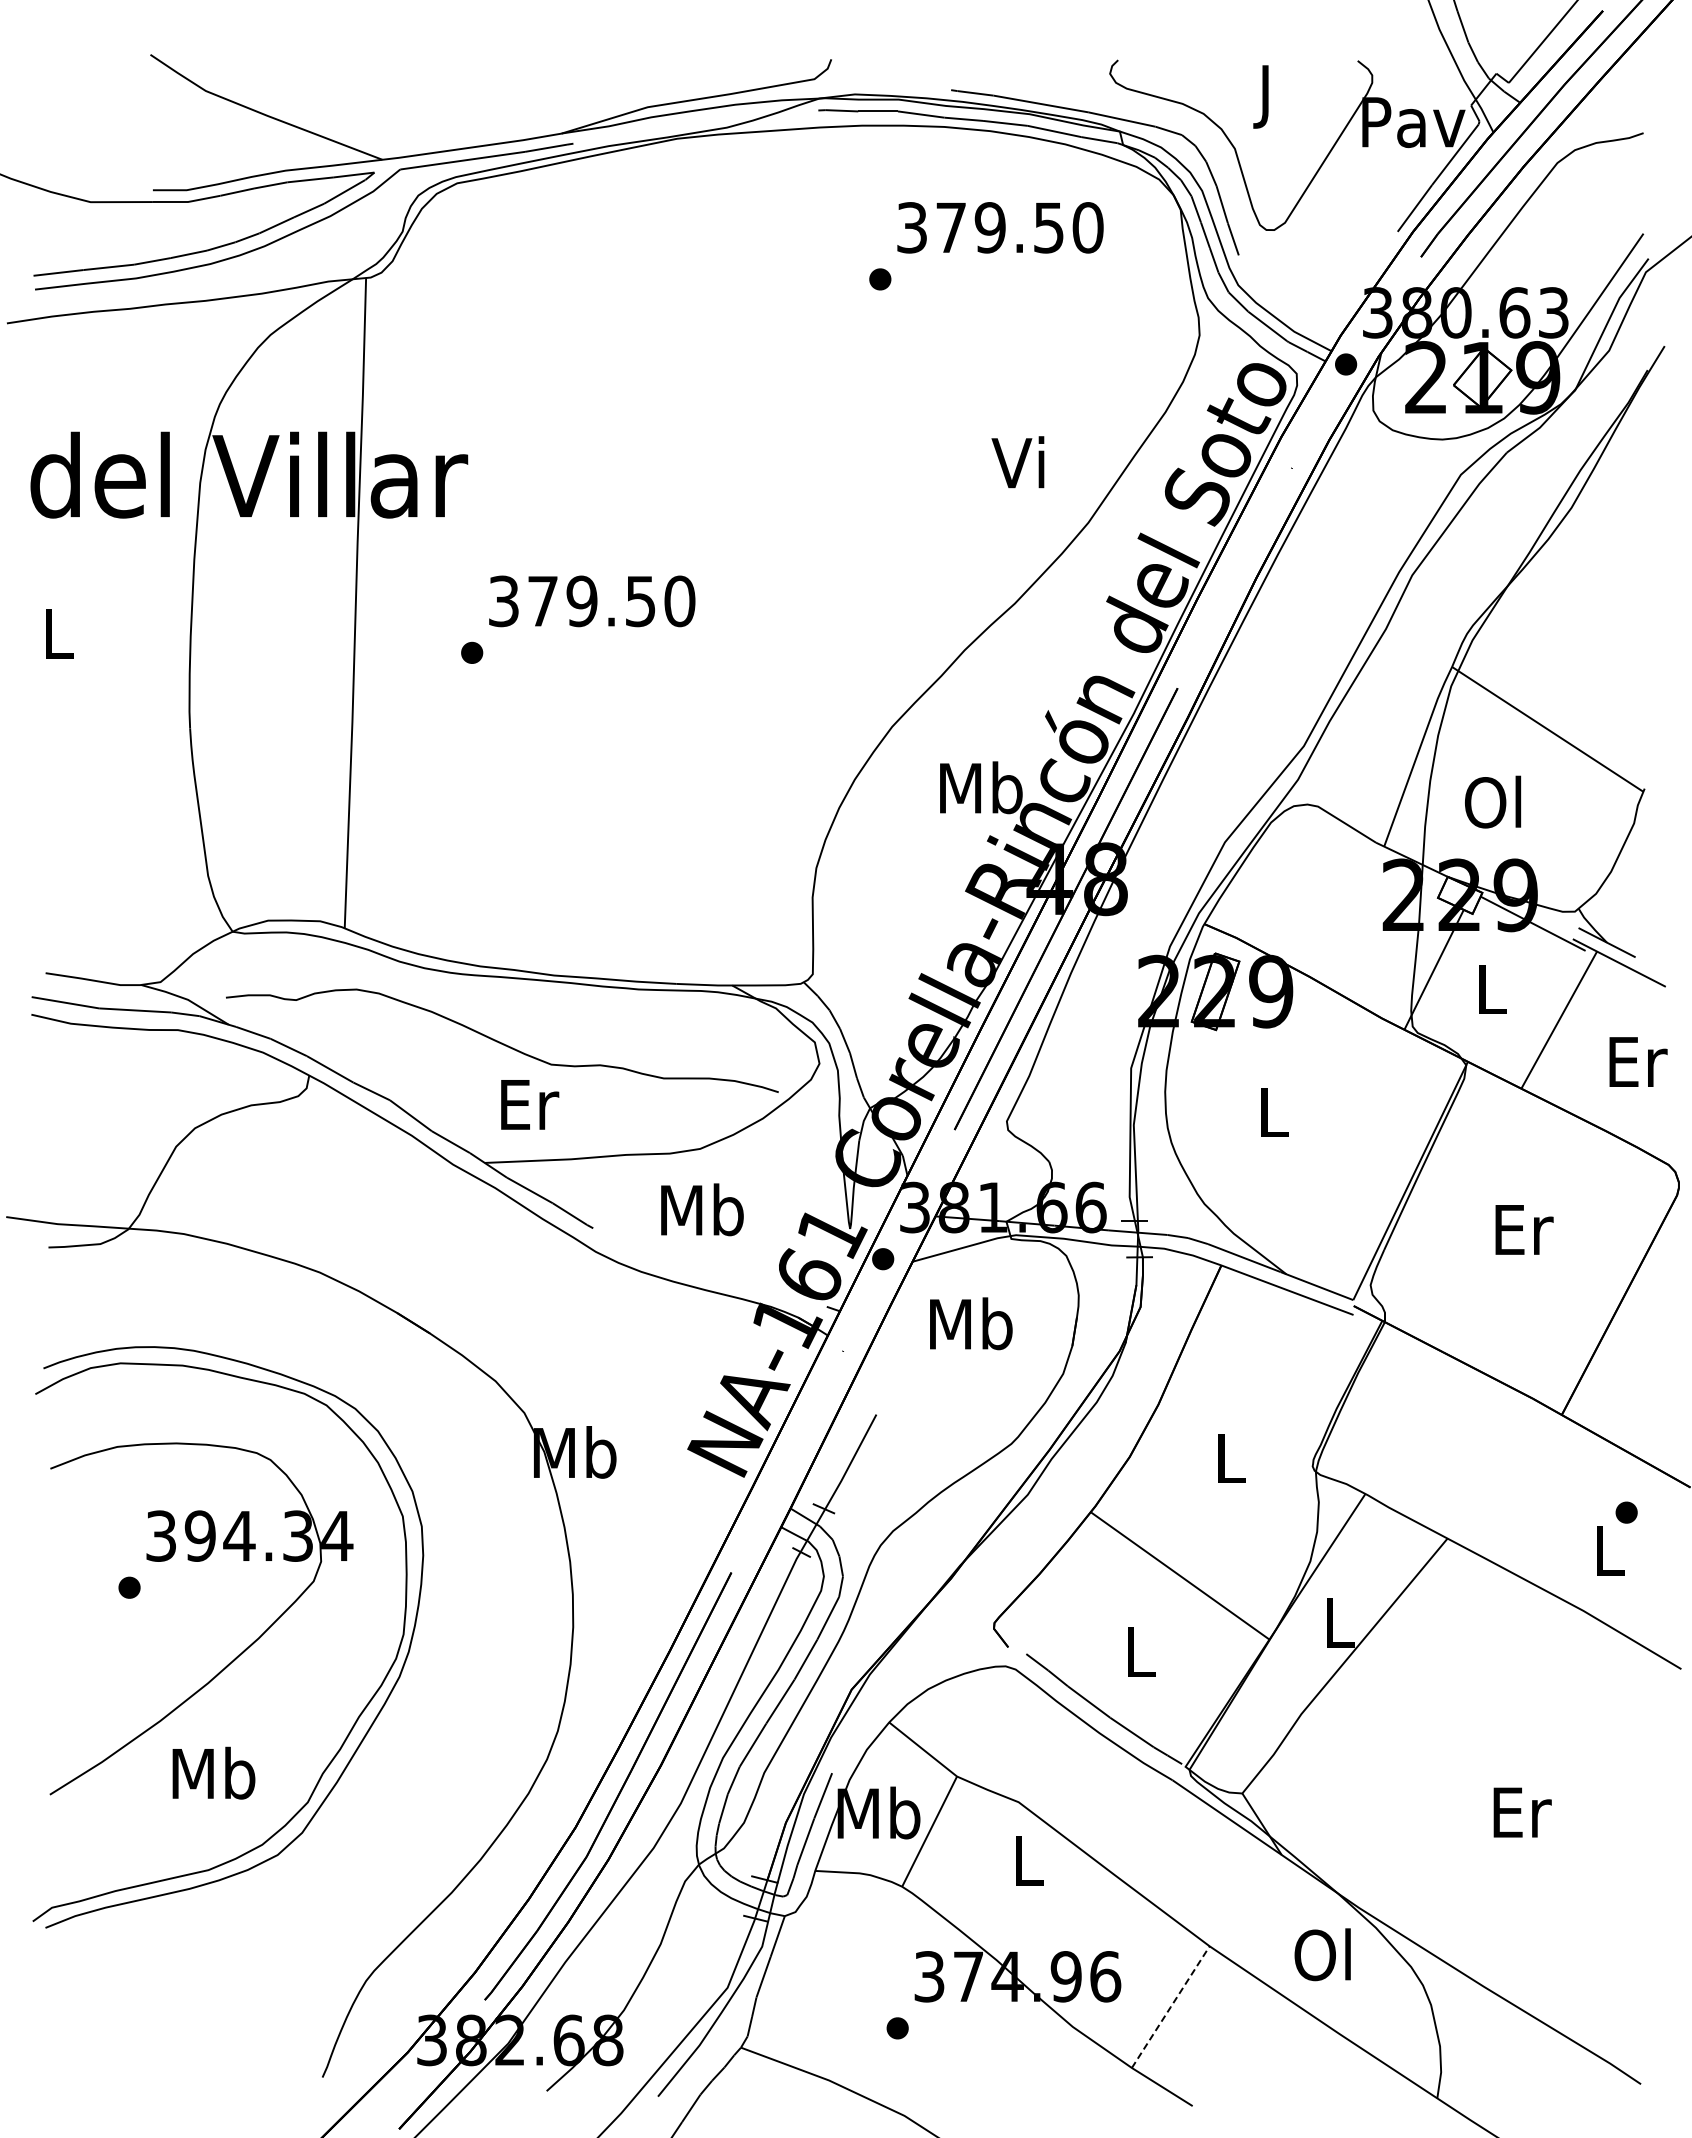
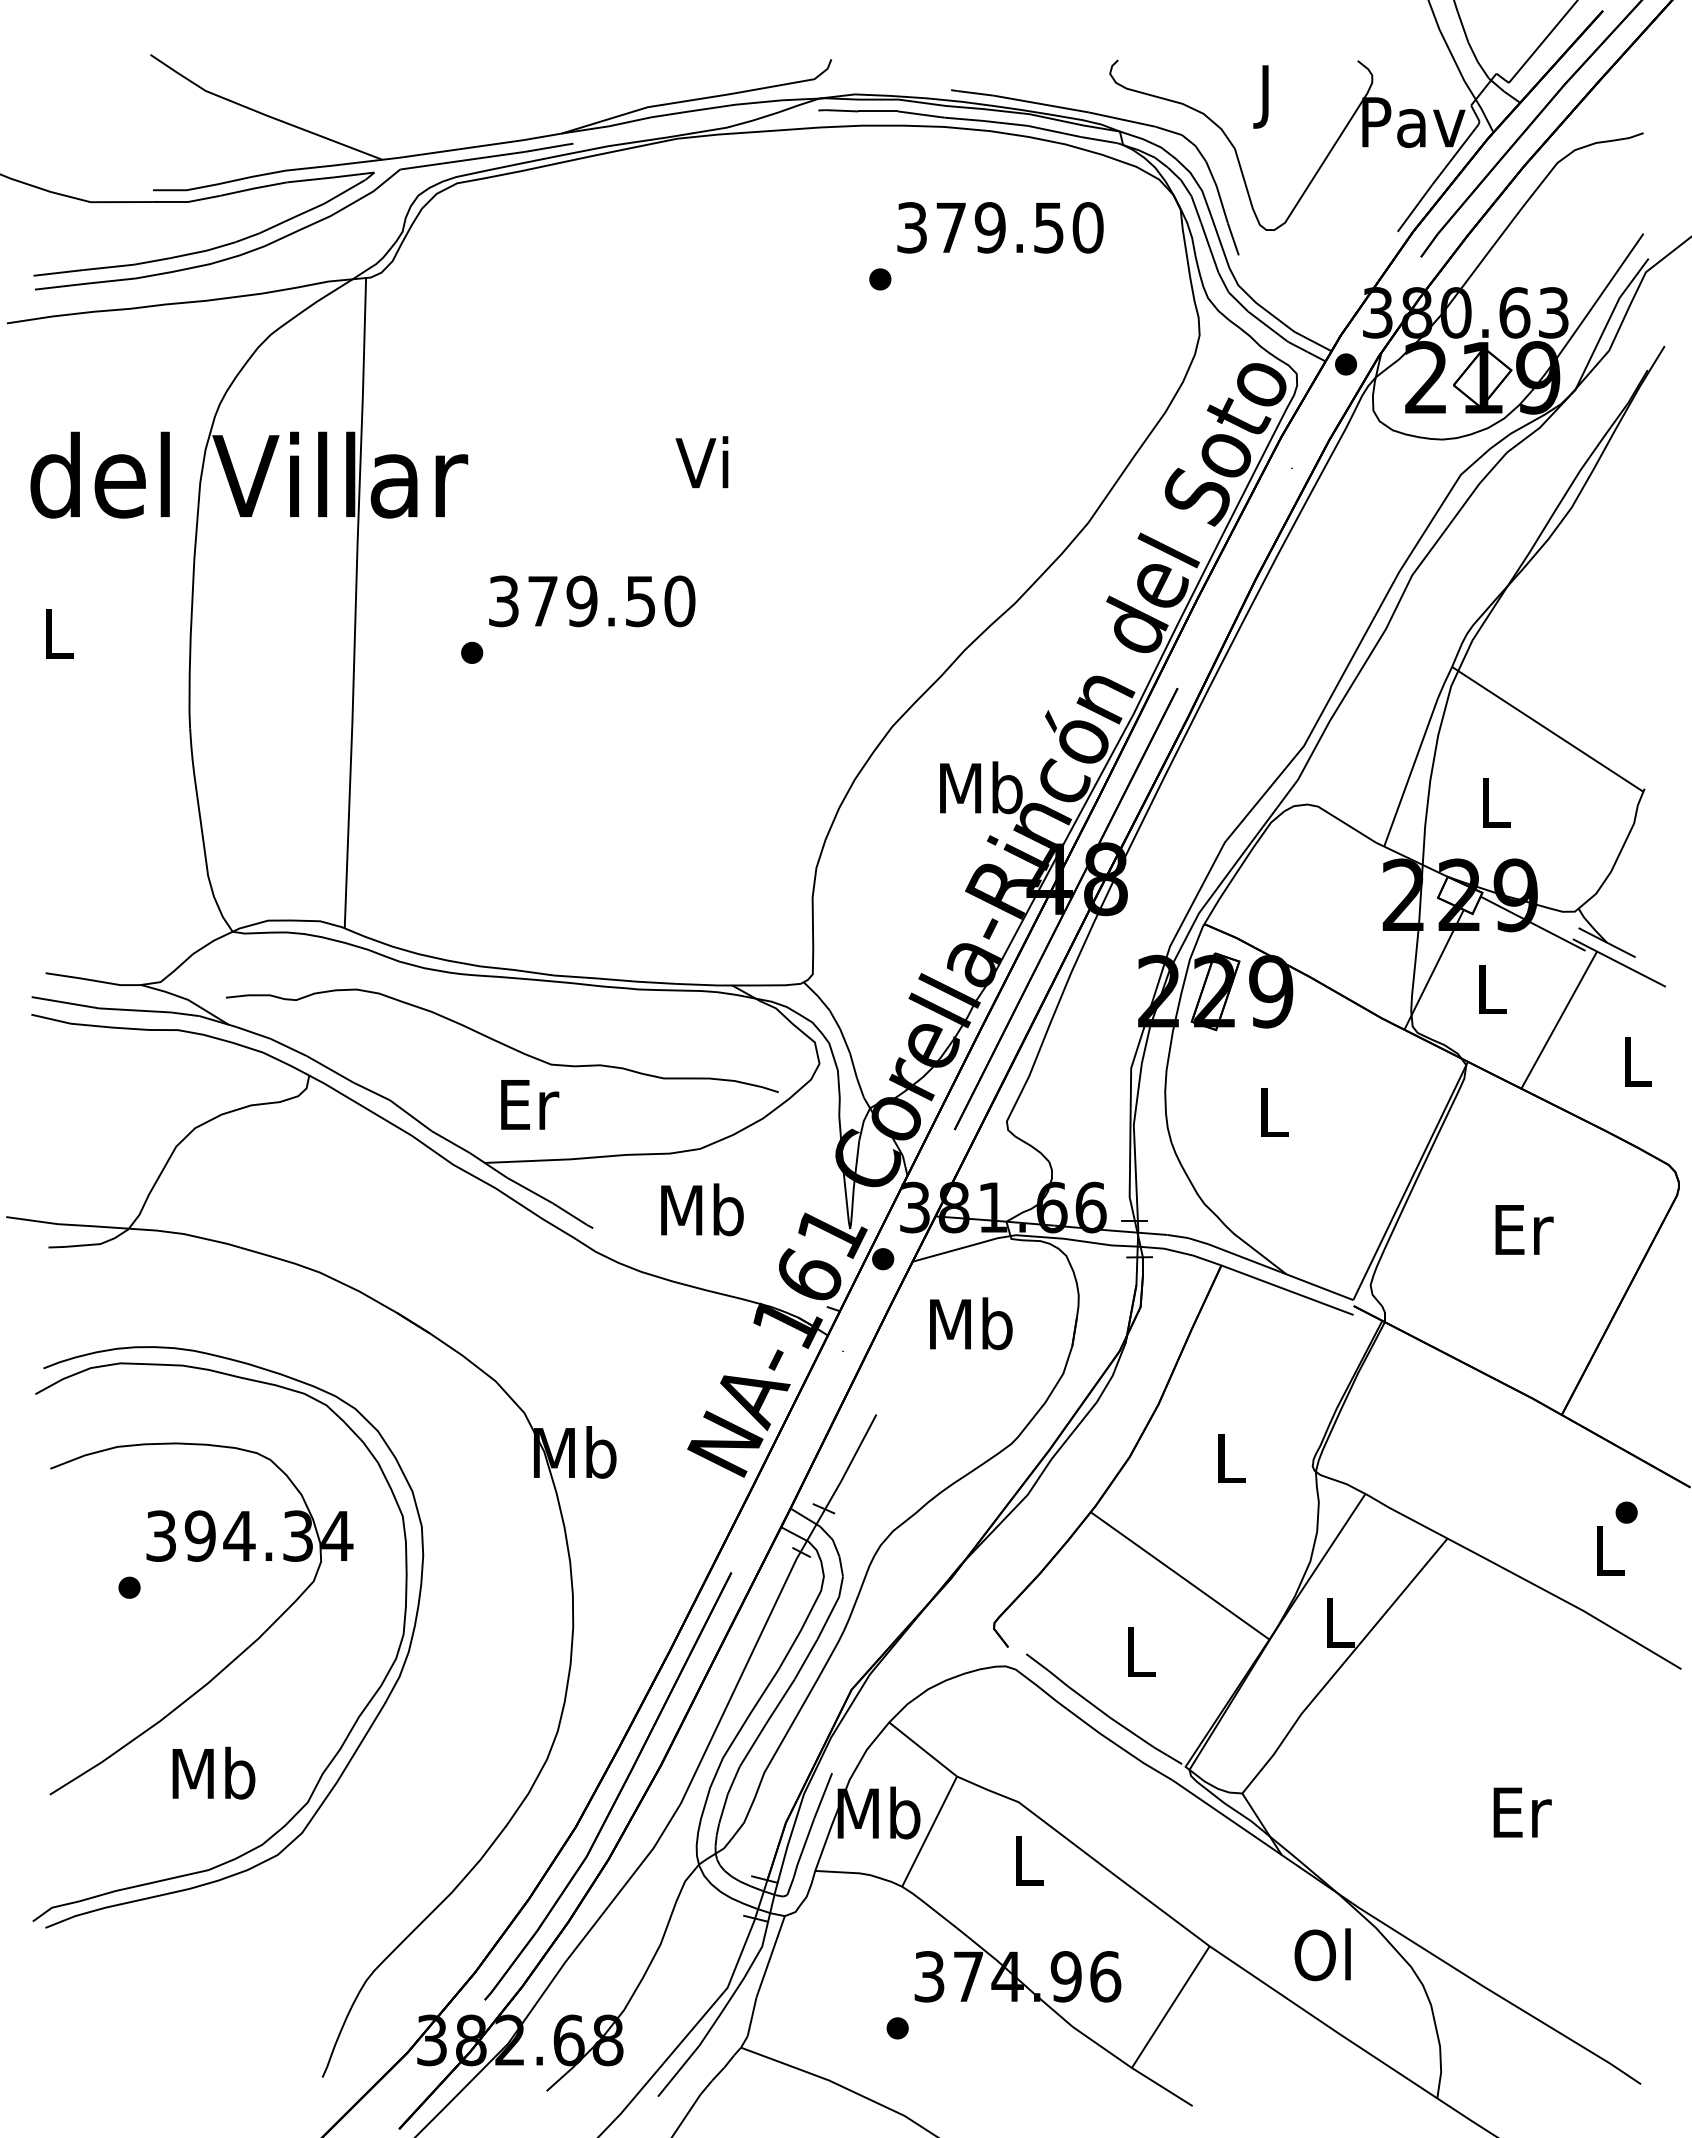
text at (1017, 462) position: (1017, 462) -> (701, 462)
text at (1493, 801): Ol -> L
text at (1638, 1061): Er -> L
line at (1170, 2007): dashed -> solid
